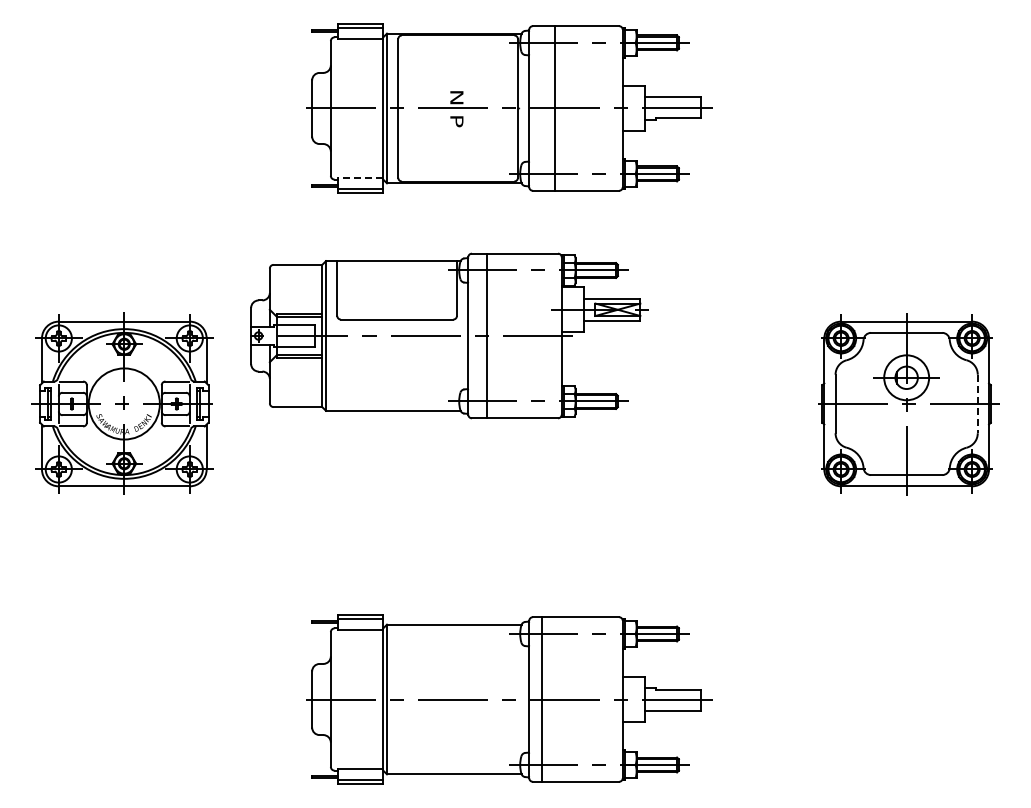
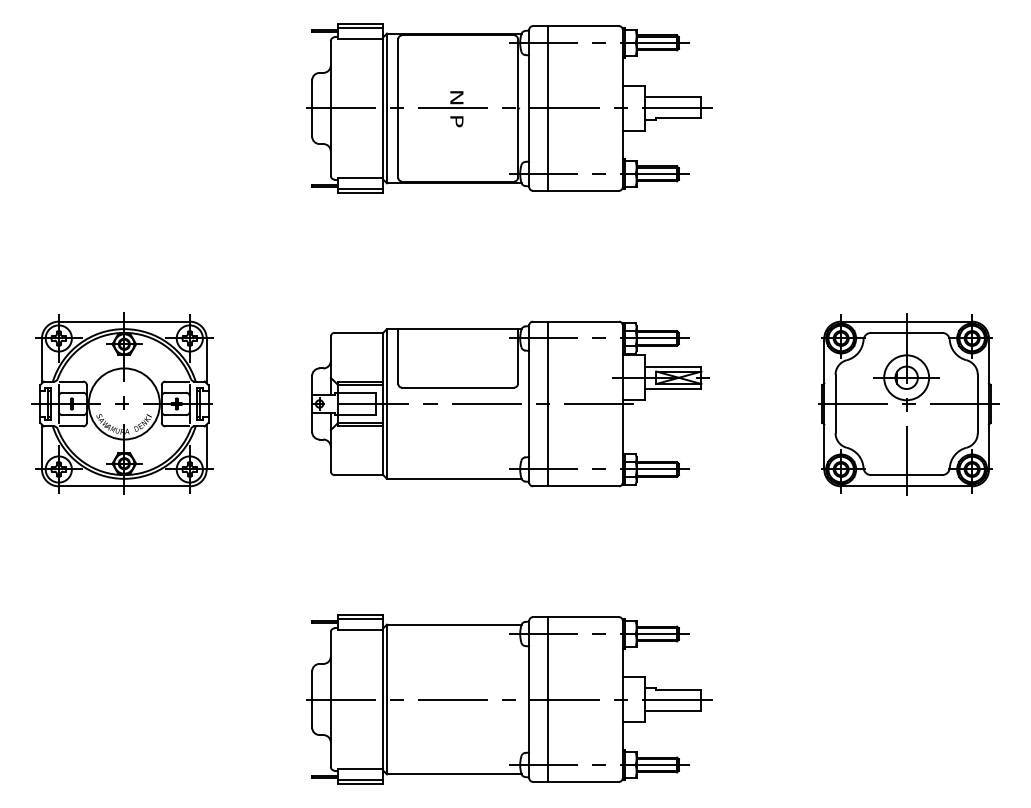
line at (554, 108) position: (554, 108) -> (547, 108)
line at (360, 177): dashed -> solid
part at (449, 335) position: (449, 335) -> (510, 403)
line at (977, 404): dashed -> solid
line at (541, 699) position: (541, 699) -> (547, 699)
